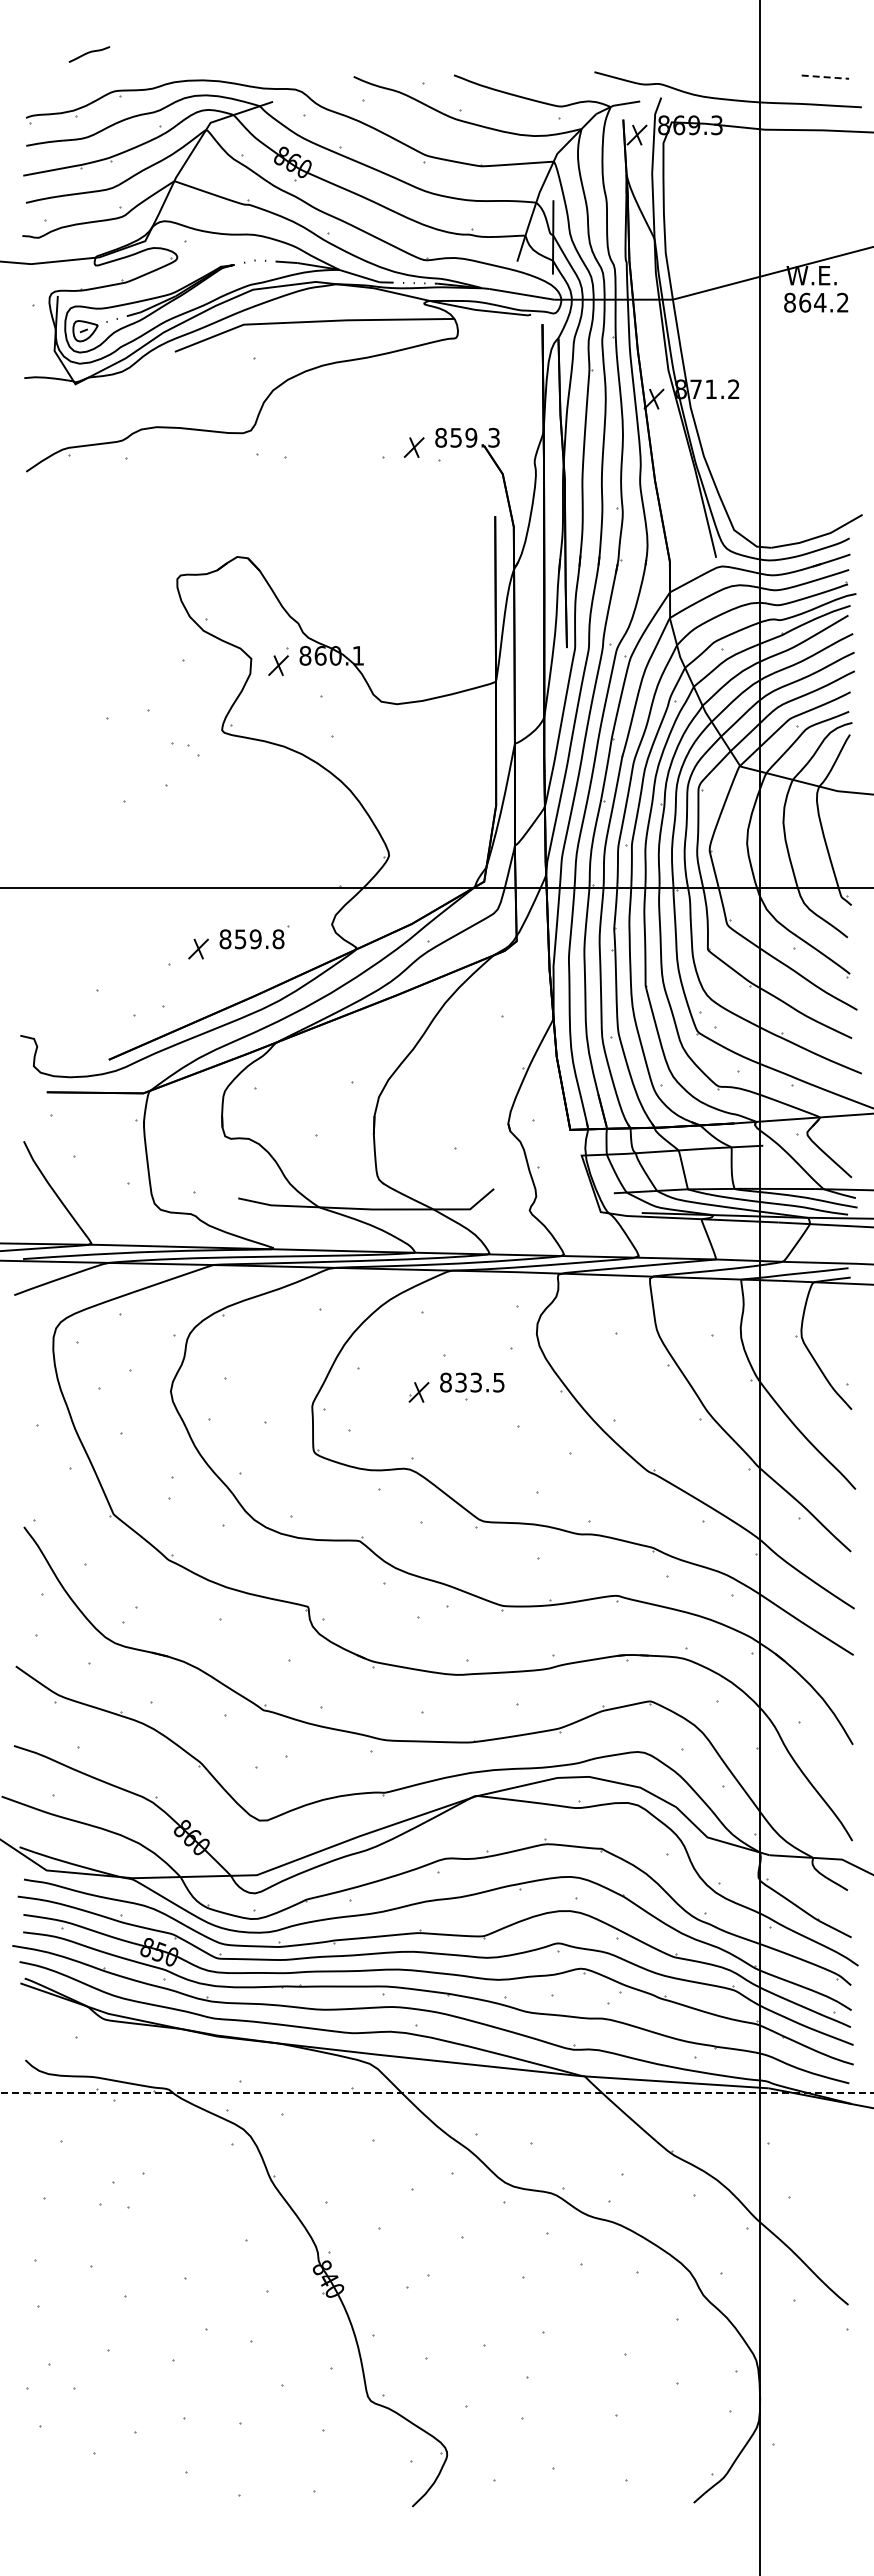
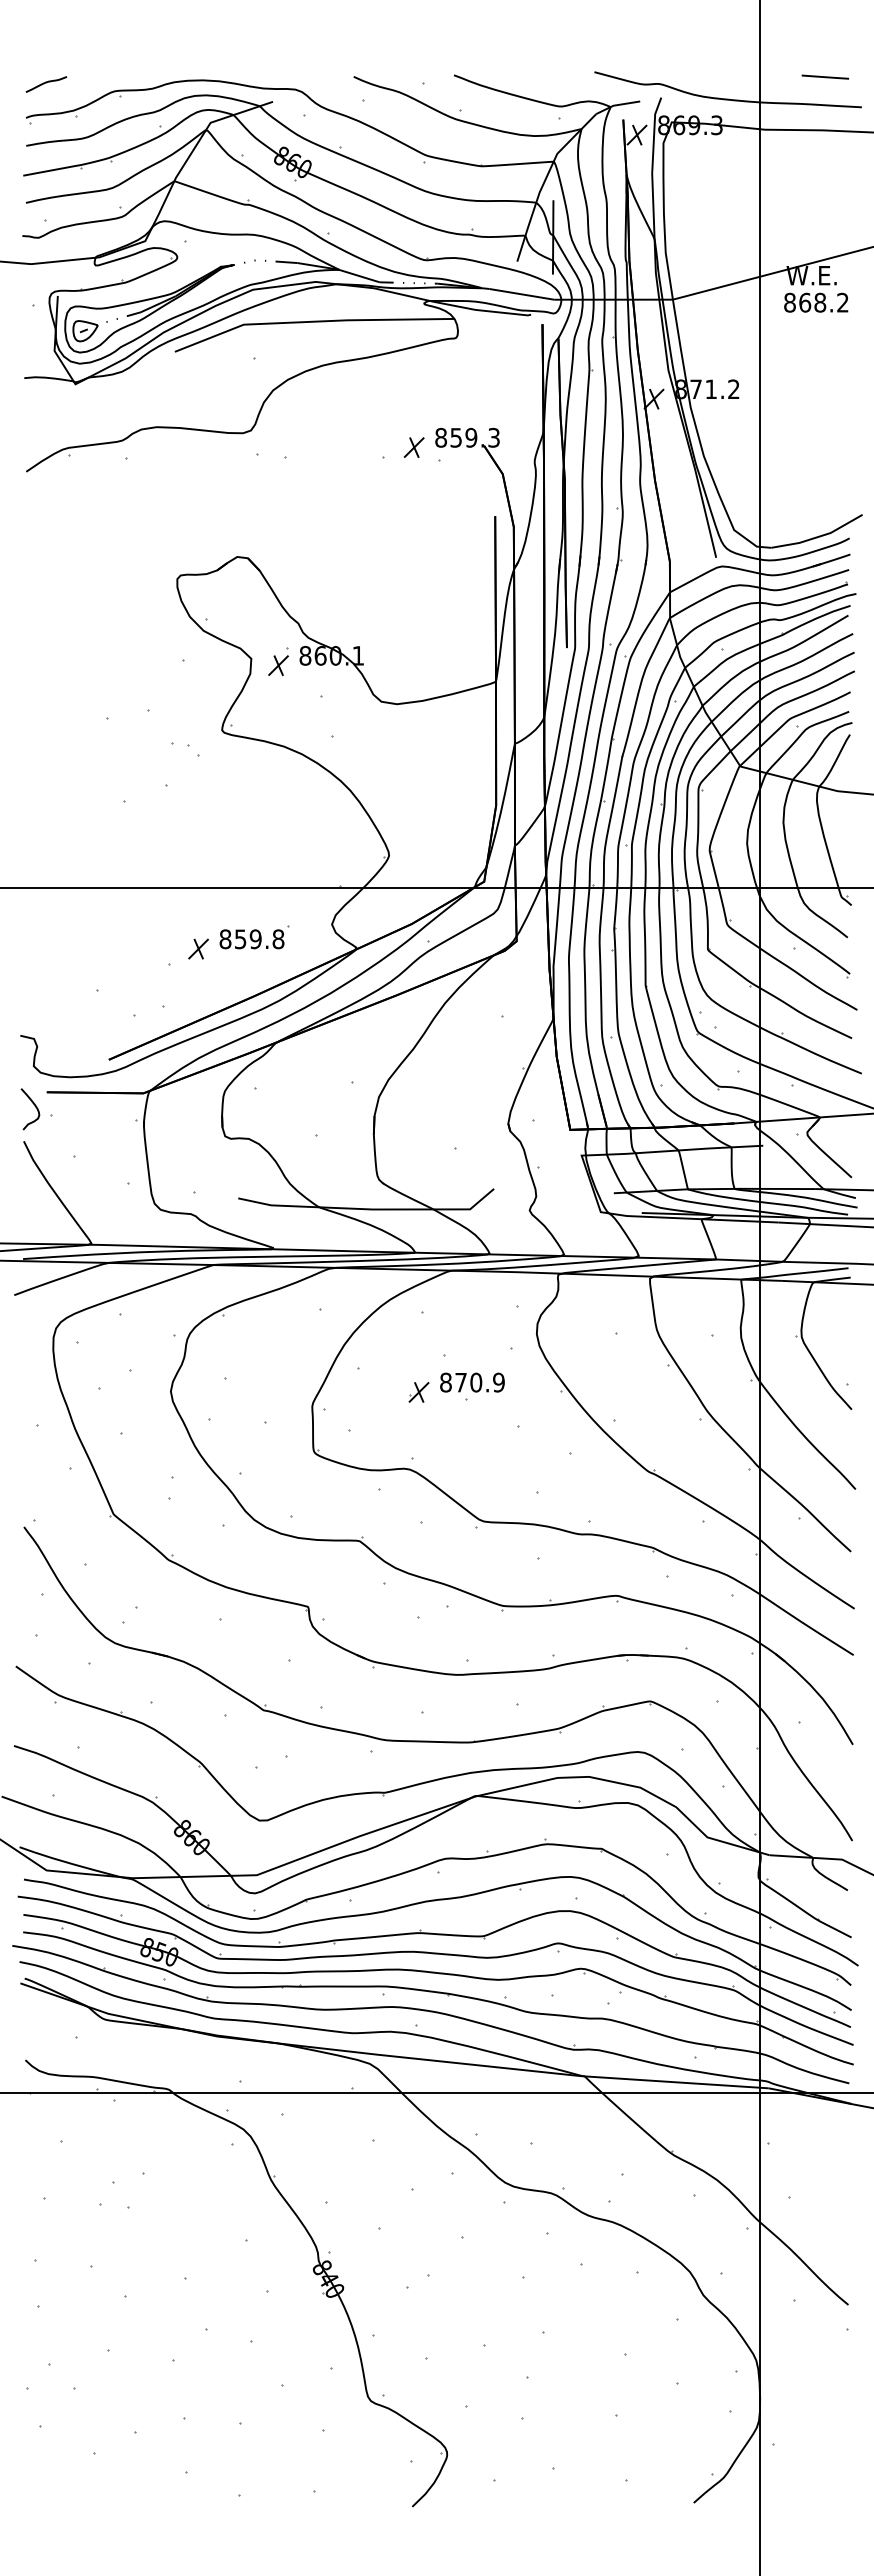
curve at (89, 53) position: (89, 53) -> (46, 83)
line at (826, 77): dashed -> solid
text at (820, 302): 864.2 -> 868.2
curve at (34, 1106): none -> present
text at (479, 1382): 833.5 -> 870.9
line at (436, 2093): dashed -> solid
